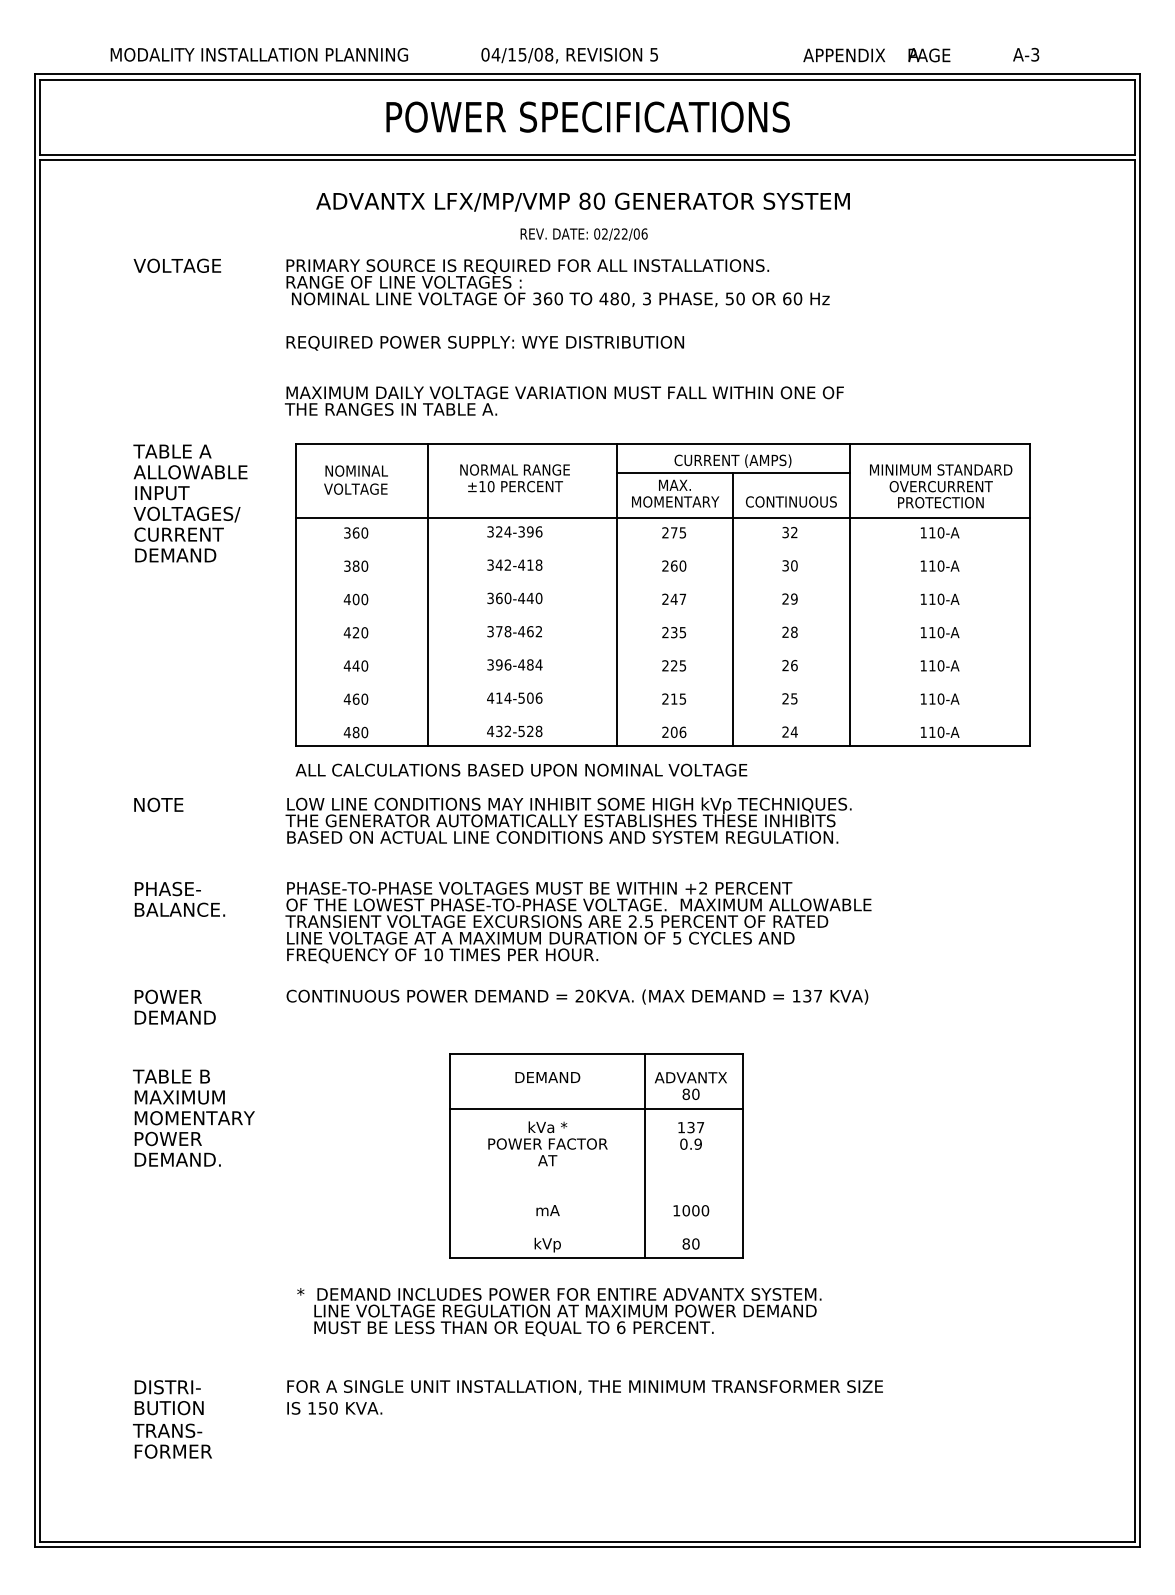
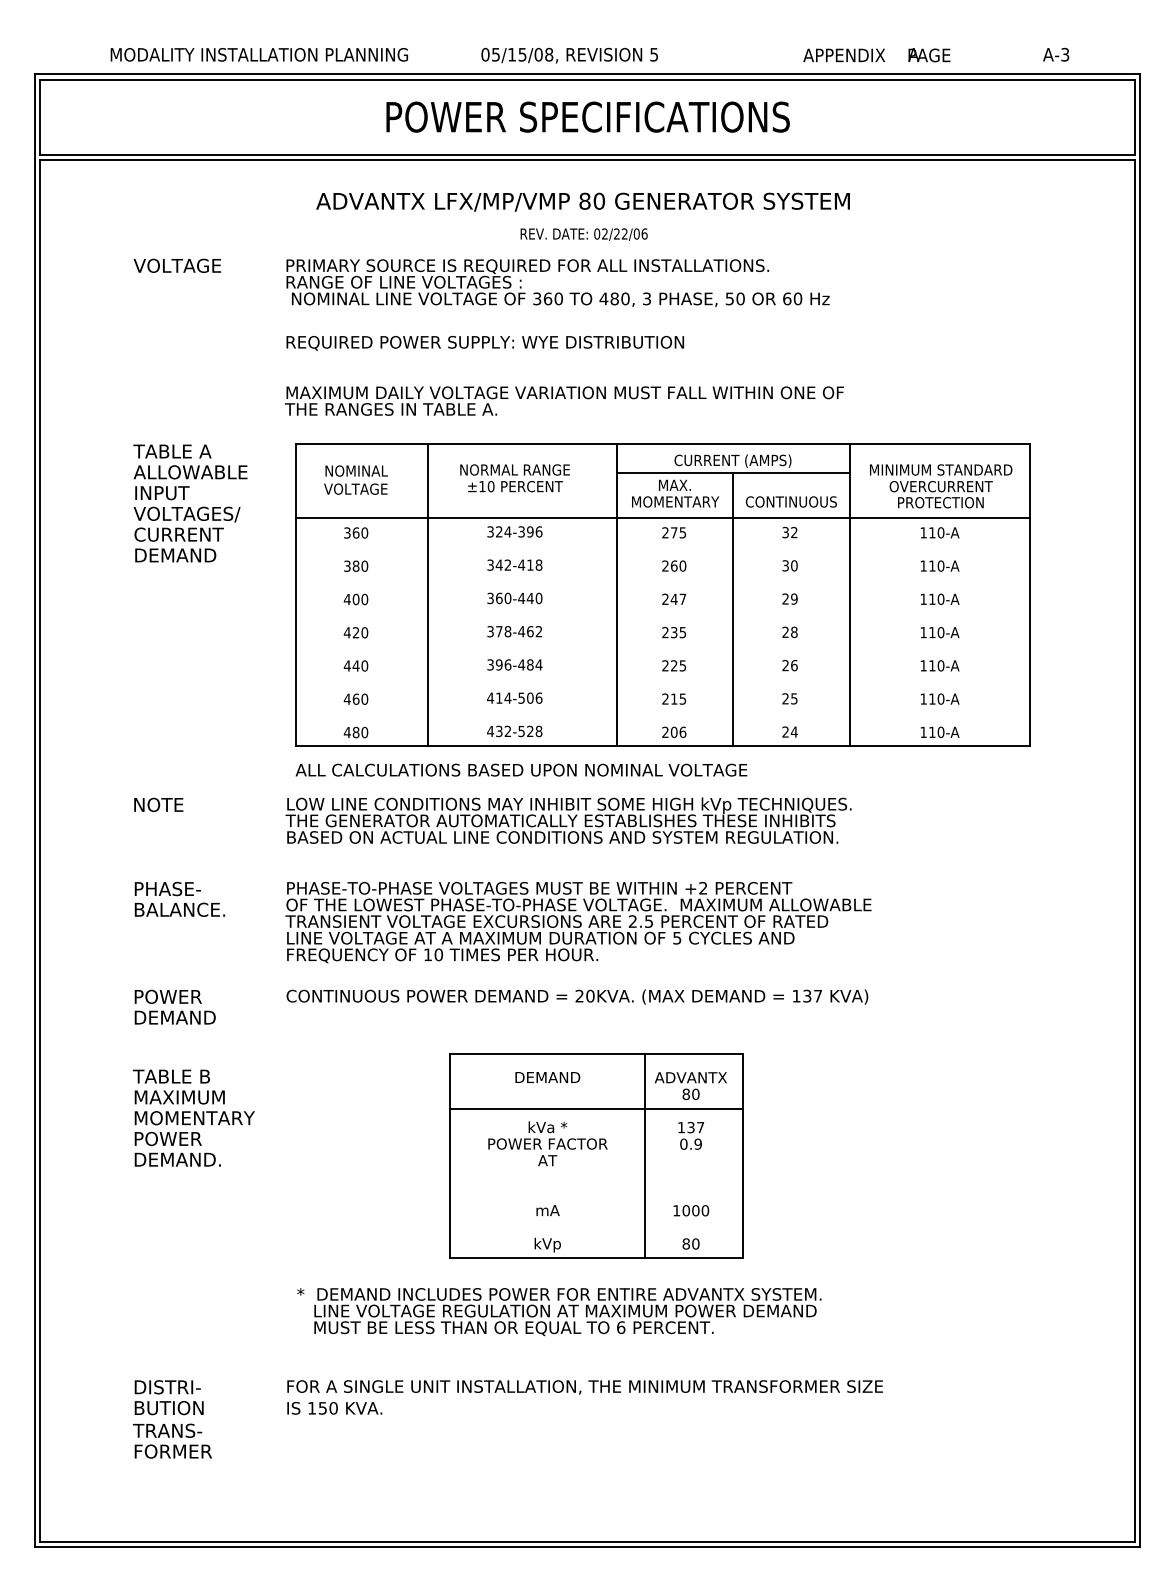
text at (495, 54): 04/15/08, -> 05/15/08,
text at (1026, 54) position: (1026, 54) -> (1056, 54)
